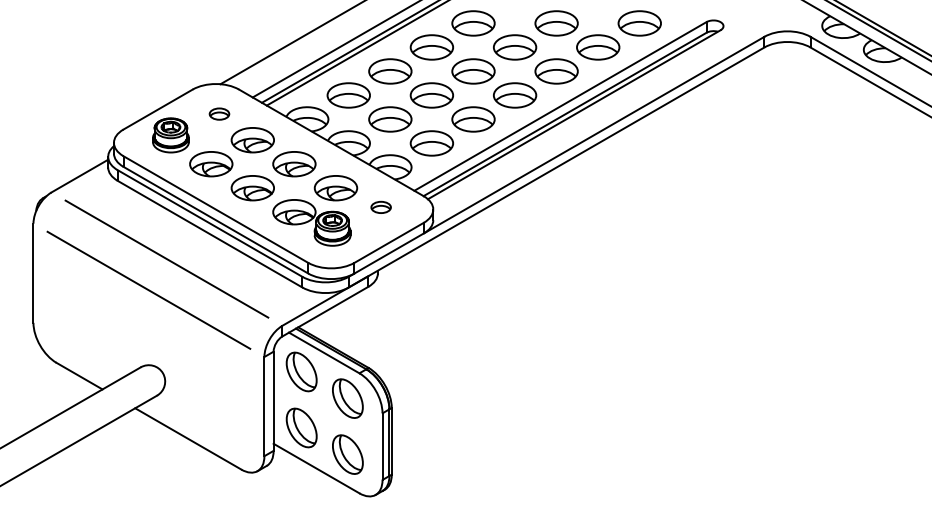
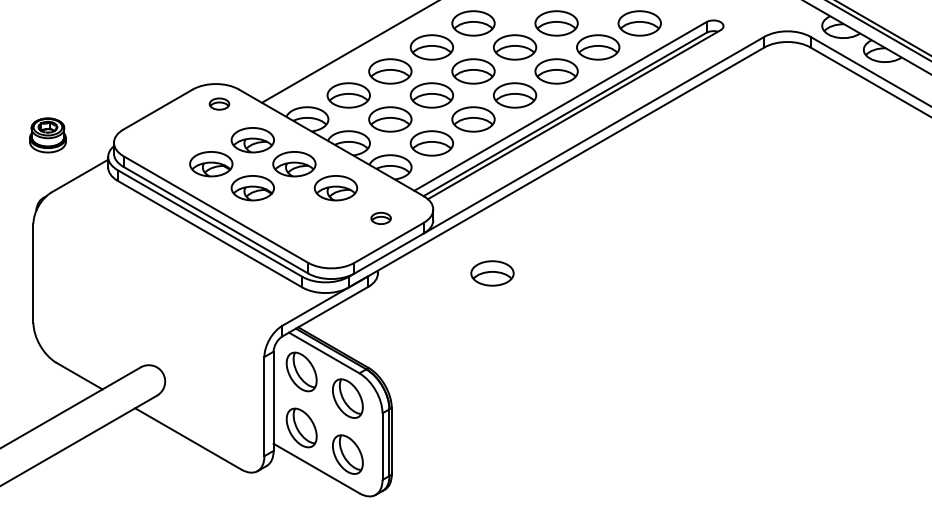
line at (291, 43): present -> none
line at (334, 49): present -> none
line at (356, 53): present -> none
part at (219, 113) position: (219, 113) -> (219, 103)
part at (170, 135) position: (170, 135) -> (47, 135)
part at (380, 206) position: (380, 206) -> (380, 217)
part at (311, 222): present -> none
line at (166, 258): present -> none
part at (492, 273): none -> present
line at (148, 289): present -> none
